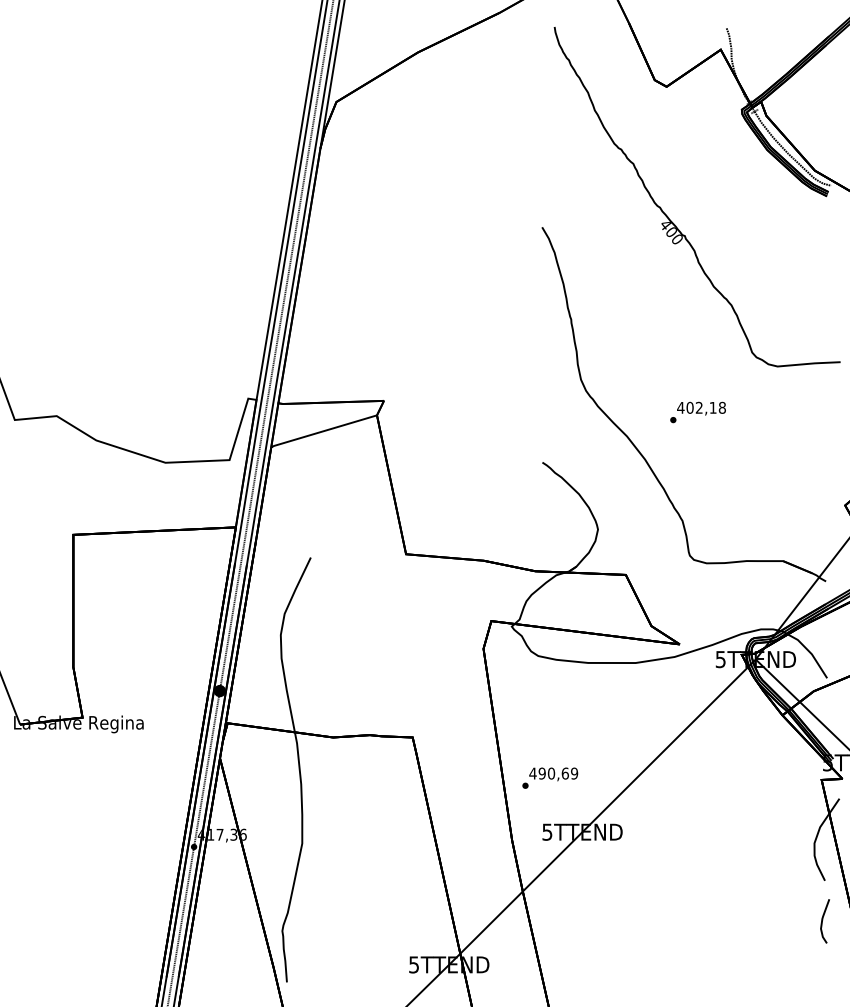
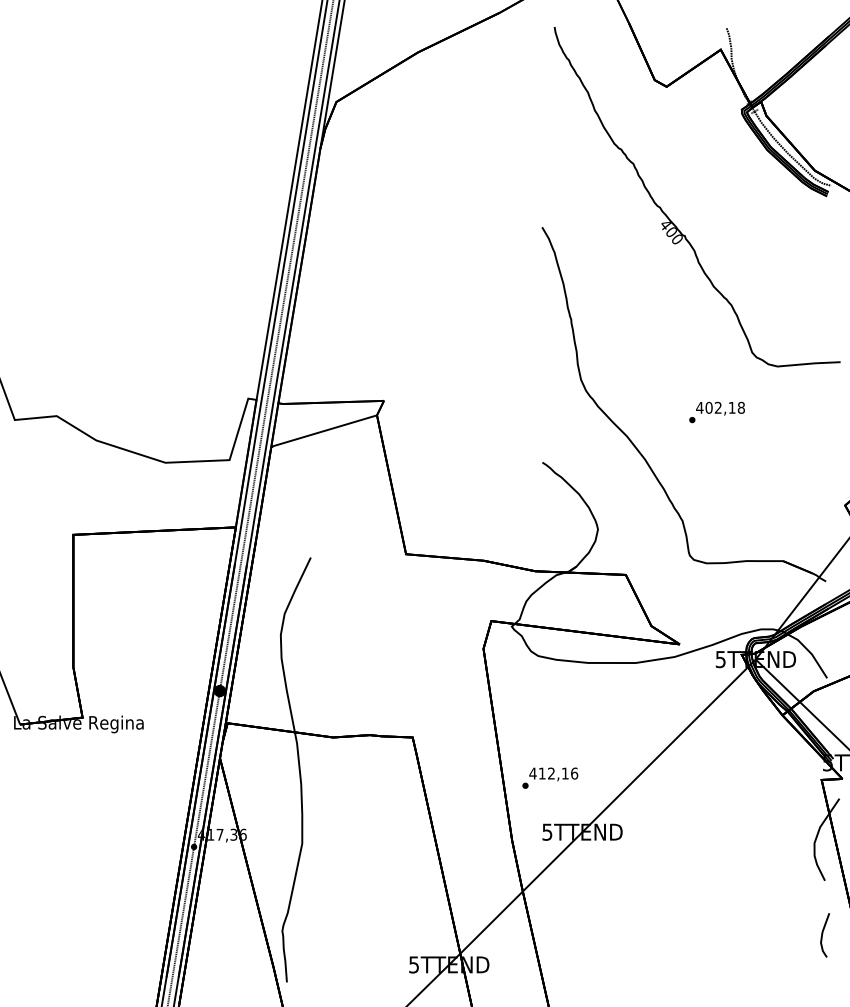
text at (697, 412) position: (697, 412) -> (716, 412)
text at (558, 773): 490,69 -> 412,16
curve at (823, 920) position: (823, 920) -> (823, 934)
